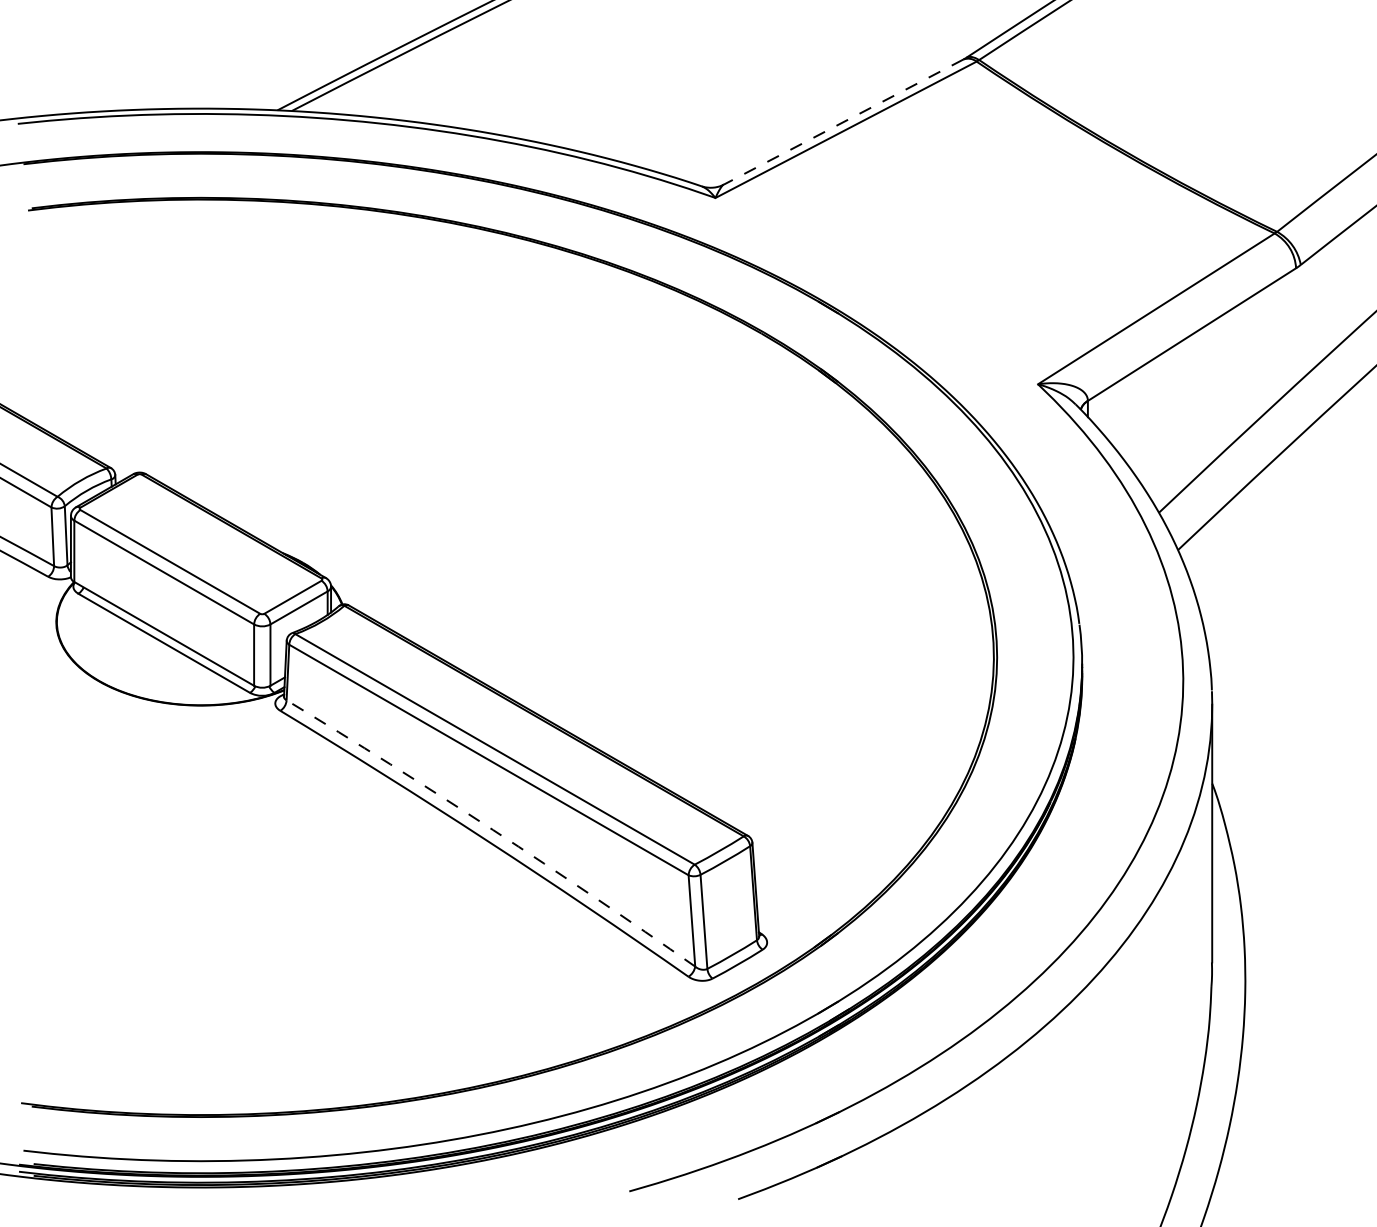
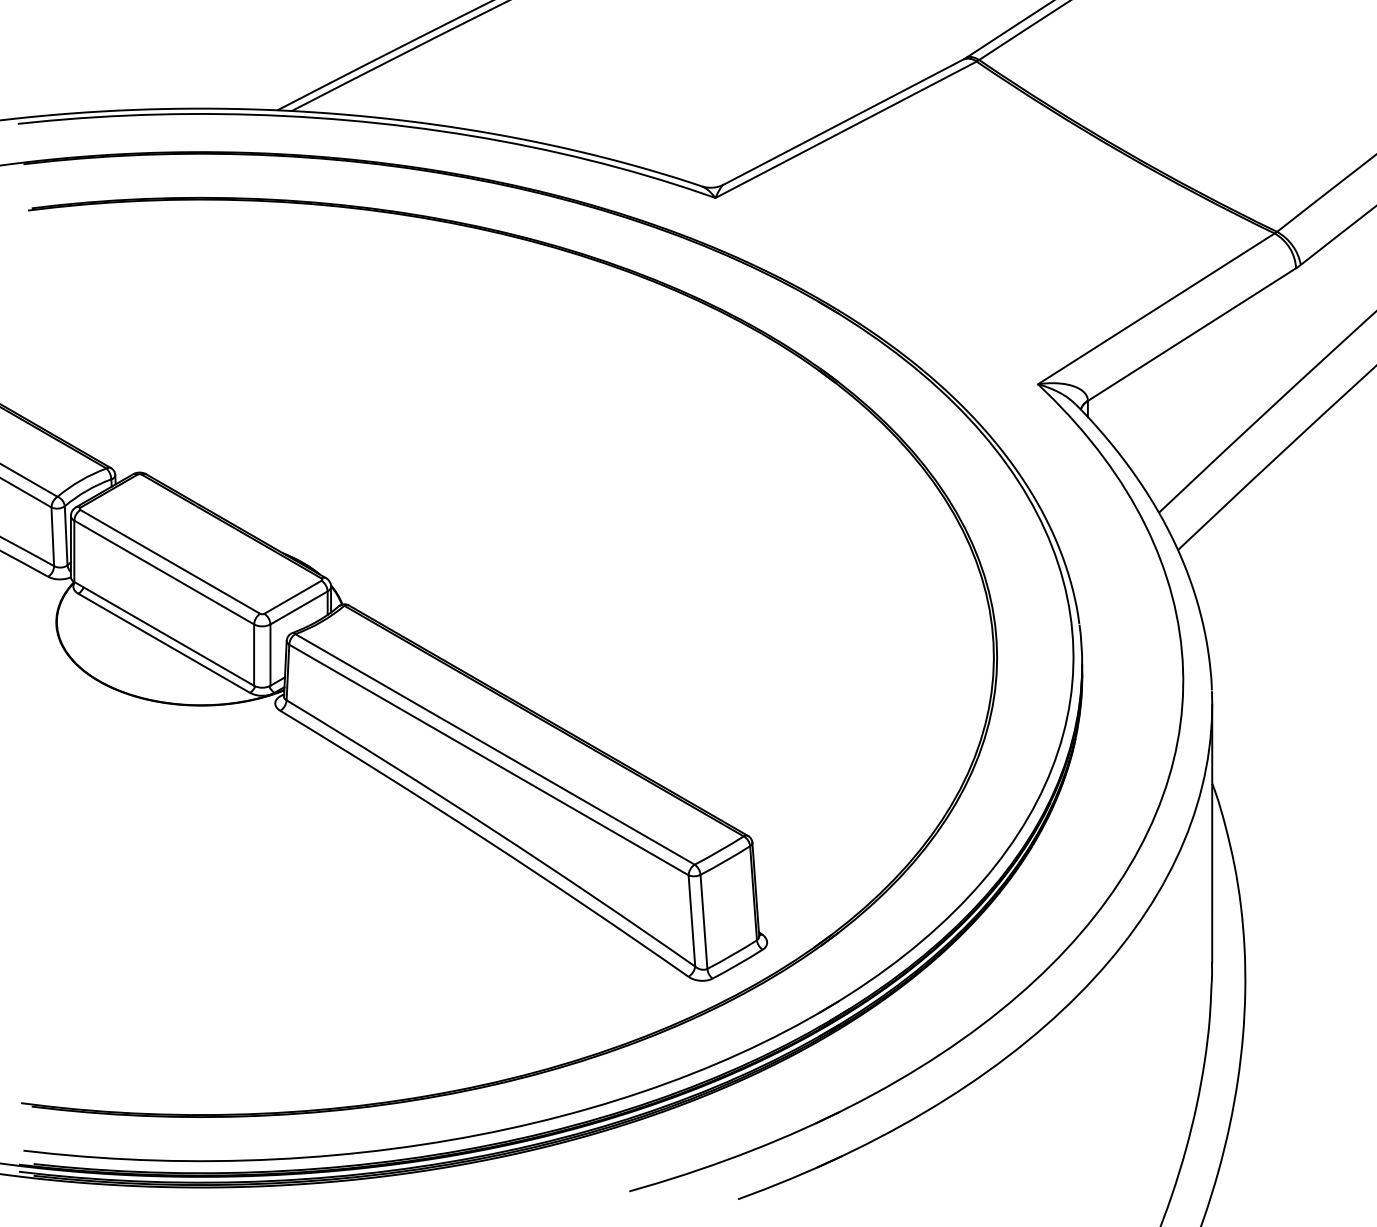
line at (843, 122): dashed -> solid
arc at (493, 830): dashed -> solid
